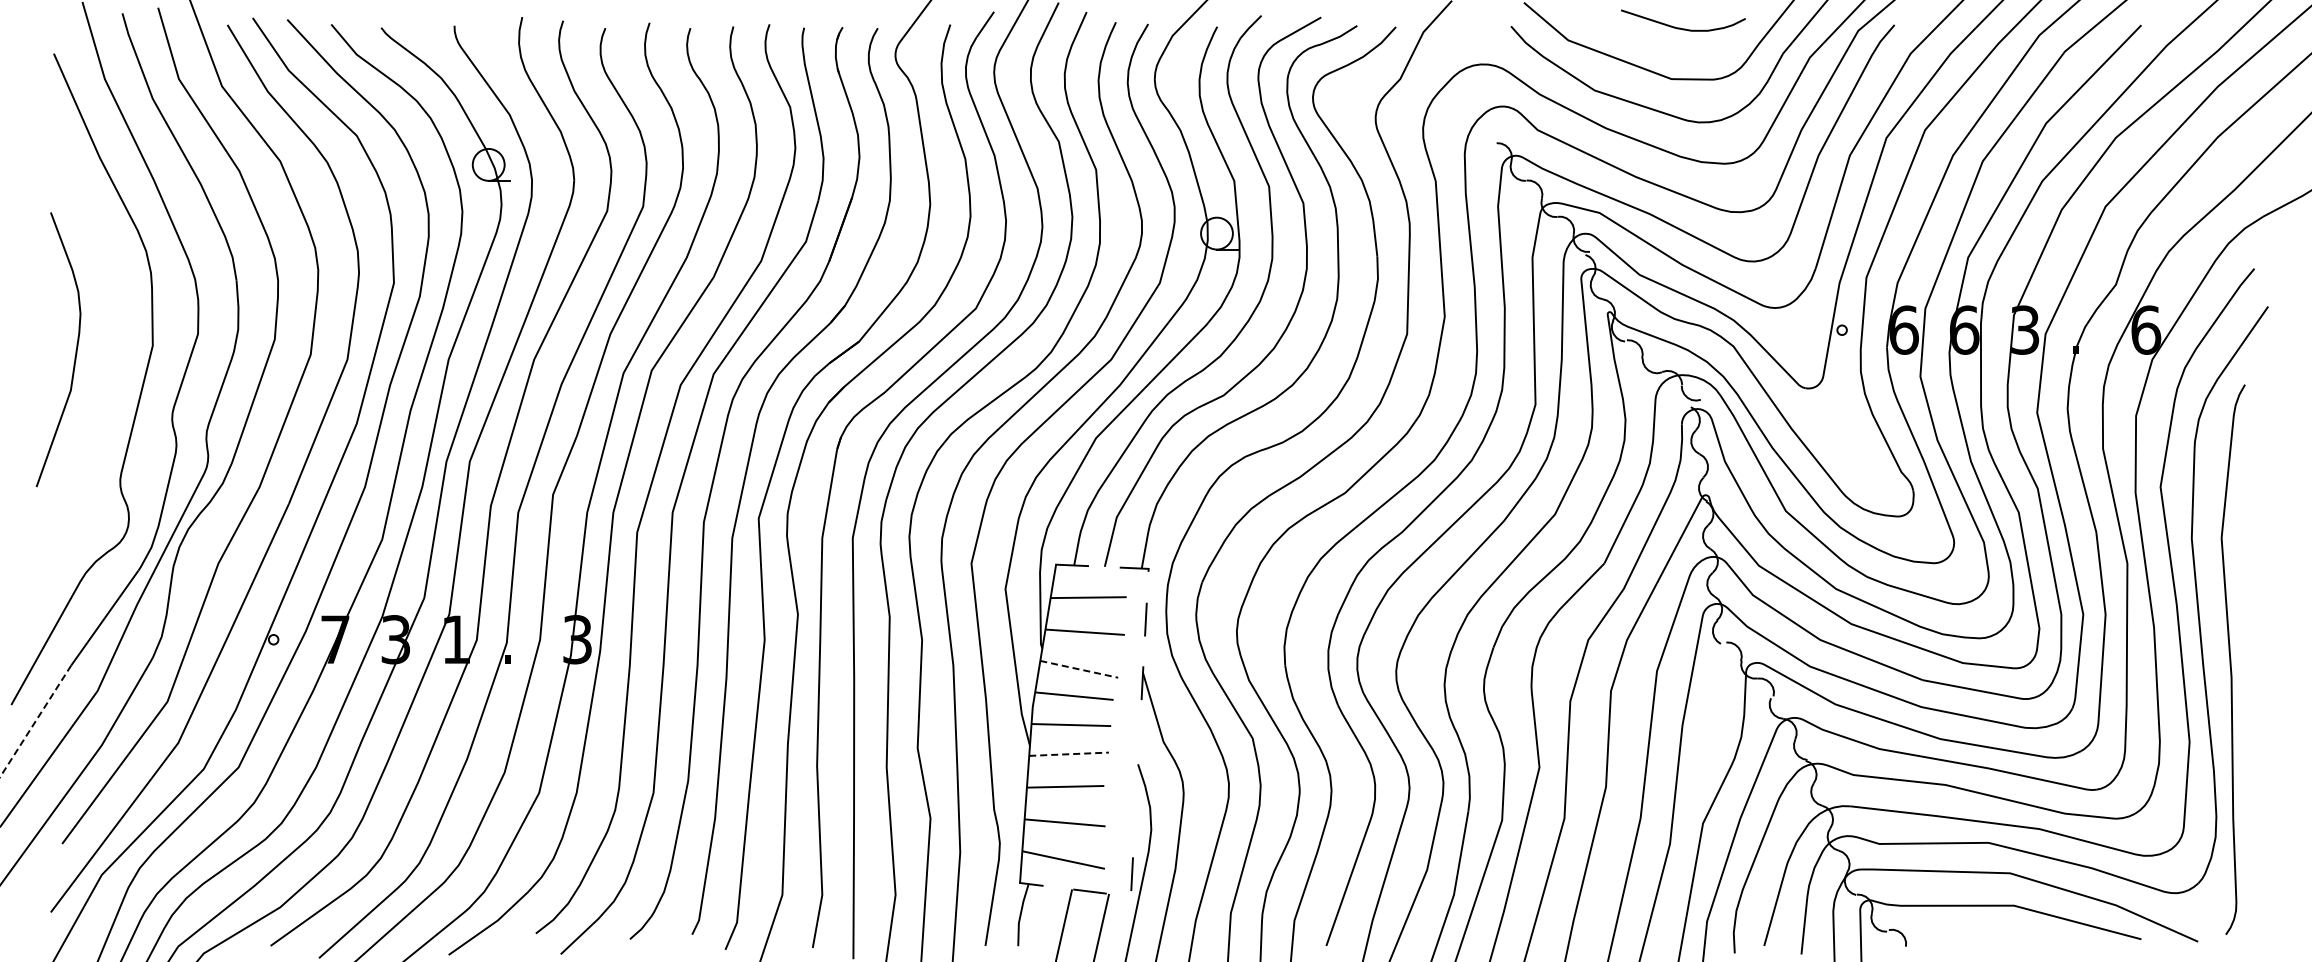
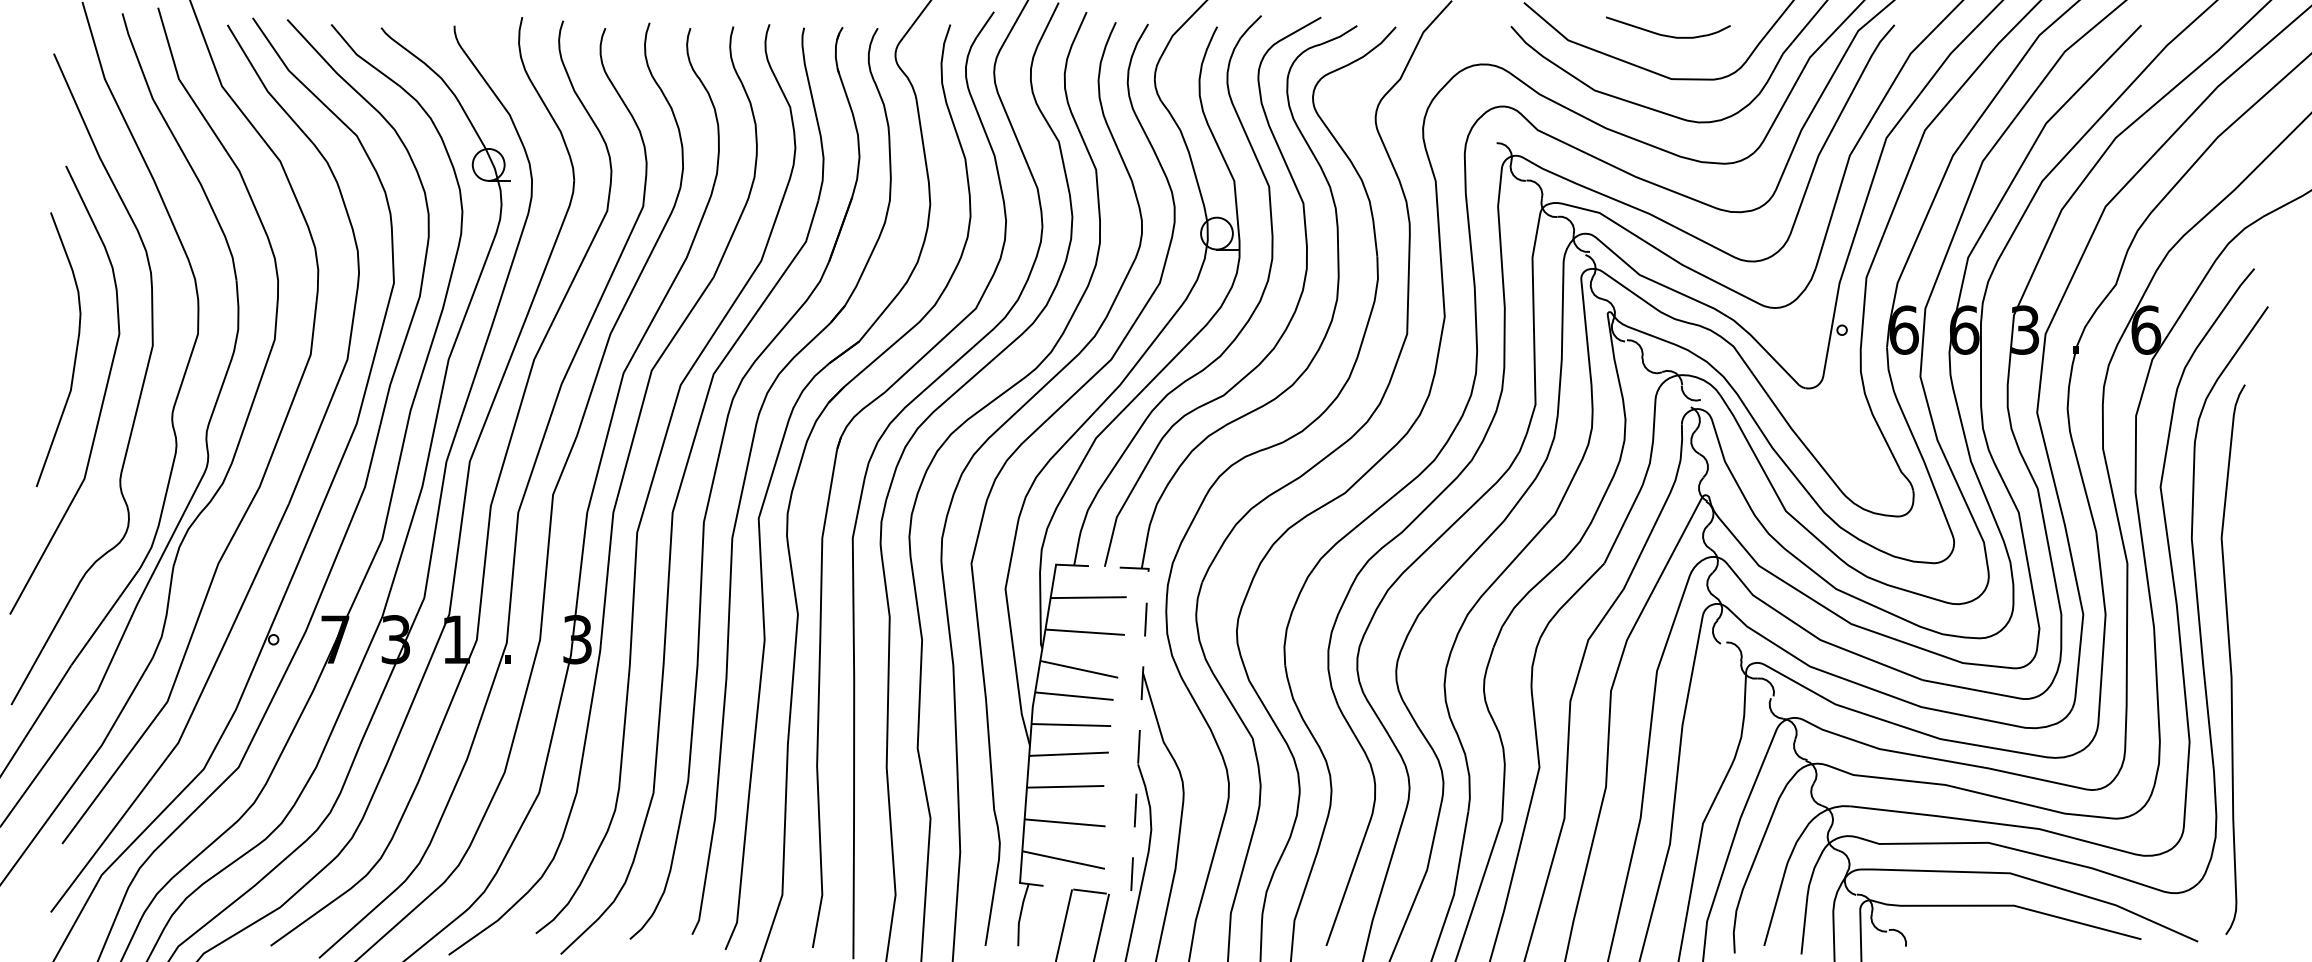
curve at (1680, 27) position: (1680, 27) -> (1665, 34)
curve at (102, 399): none -> present
line at (1079, 669): dashed -> solid
line at (35, 721): dashed -> solid
line at (1138, 746): none -> present
line at (1069, 754): dashed -> solid
line at (1135, 810): none -> present
